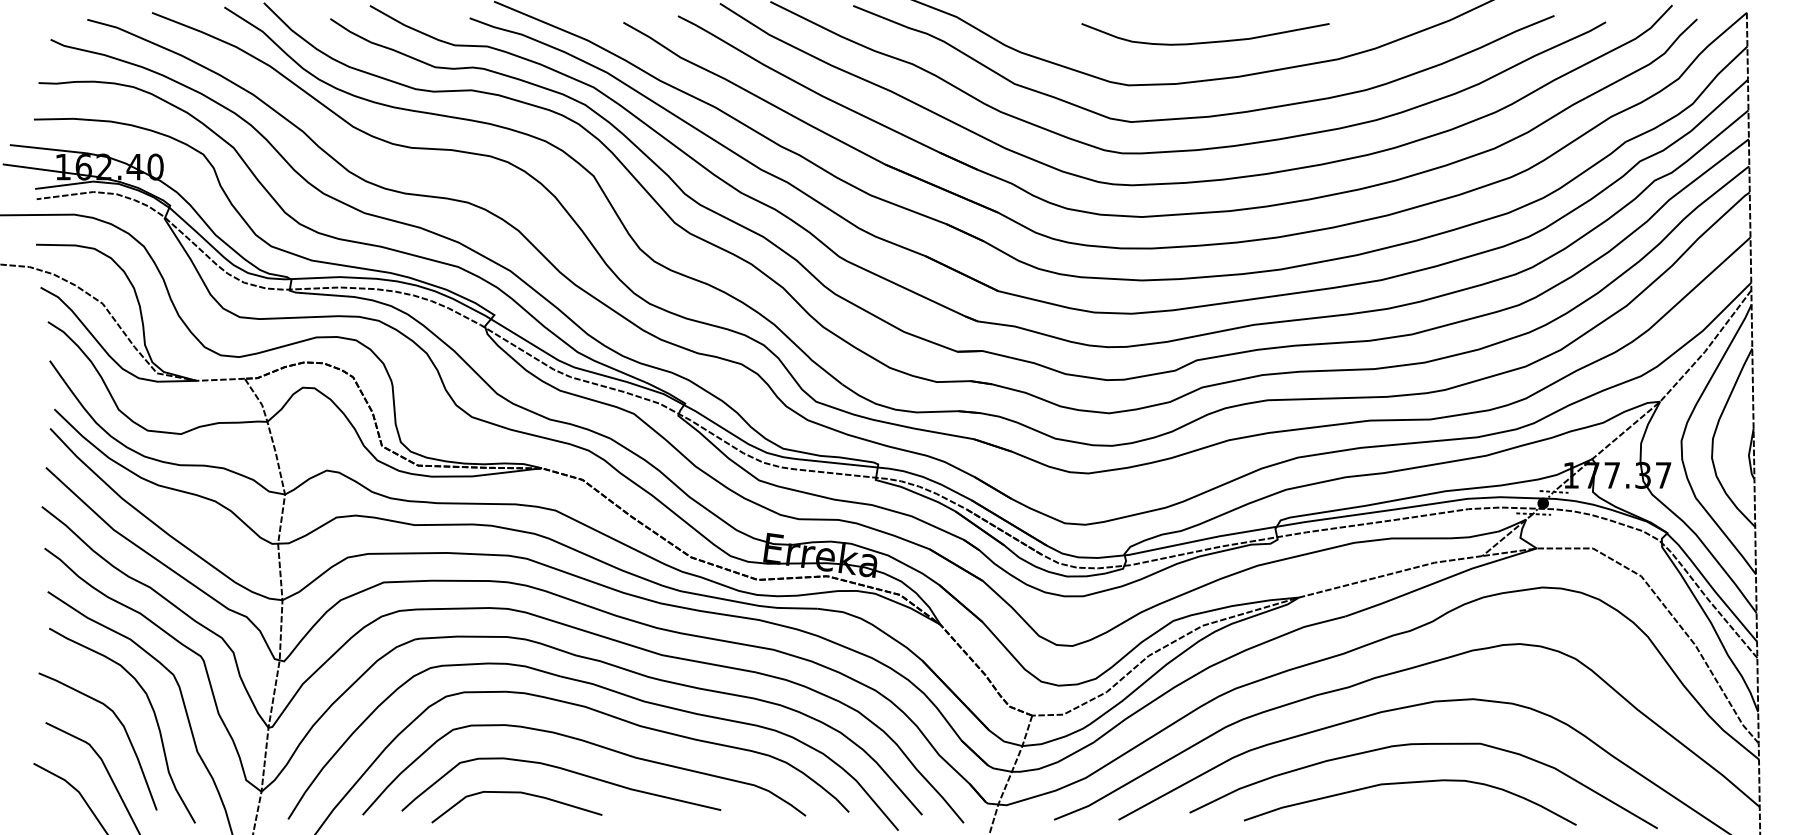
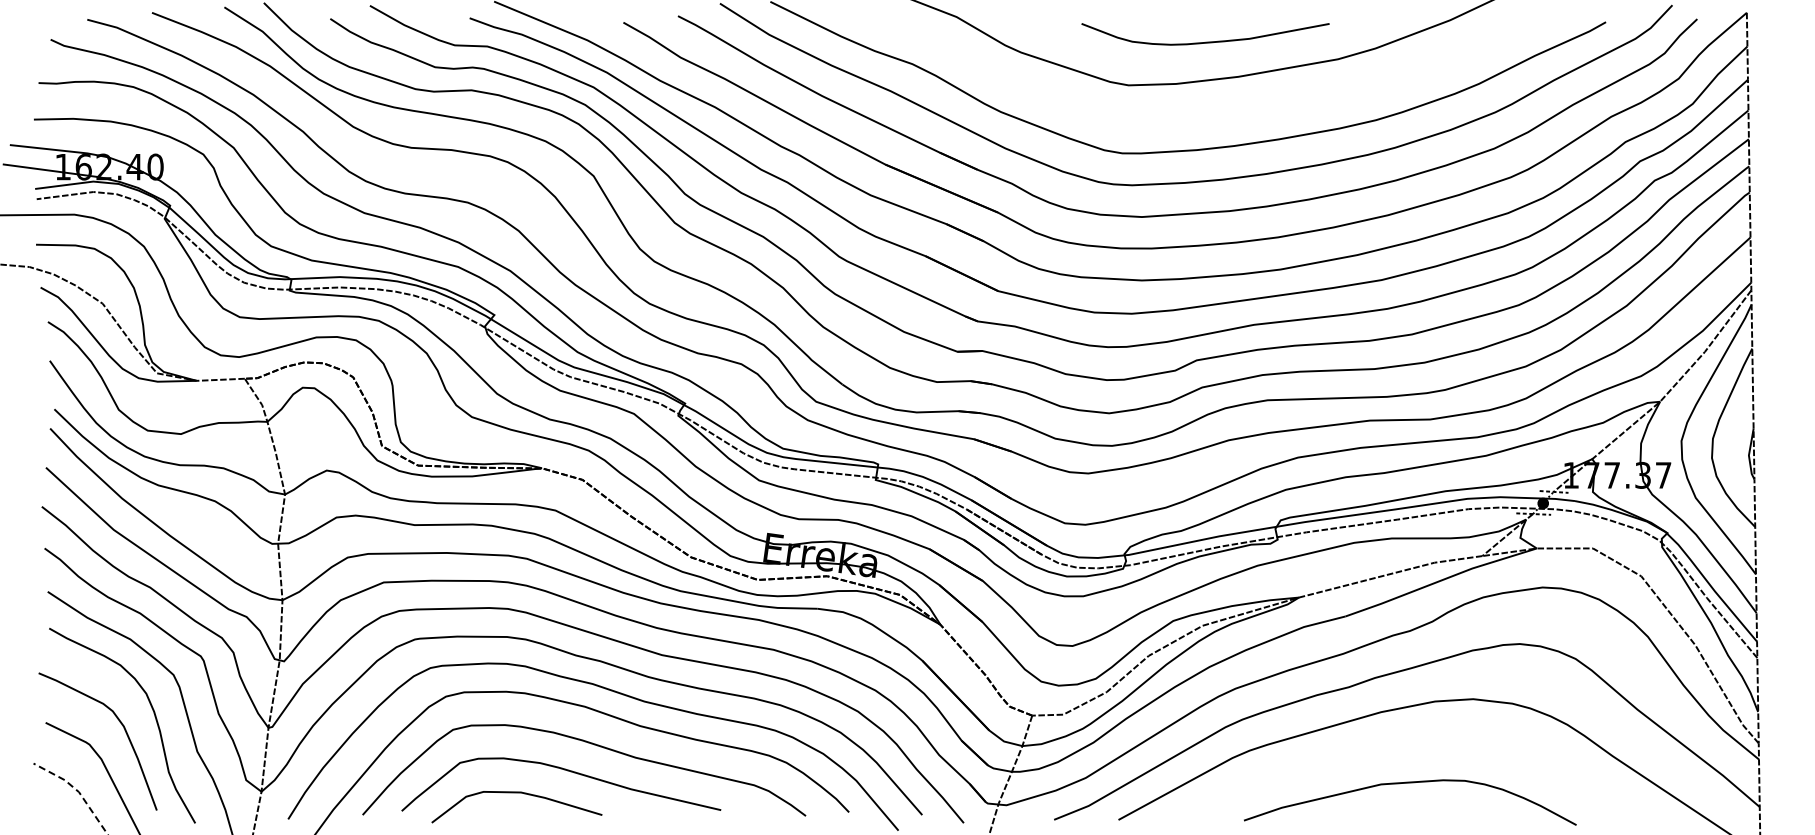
curve at (1208, 115): present -> none
curve at (1423, 744): present -> none
line at (77, 790): solid -> dashed
